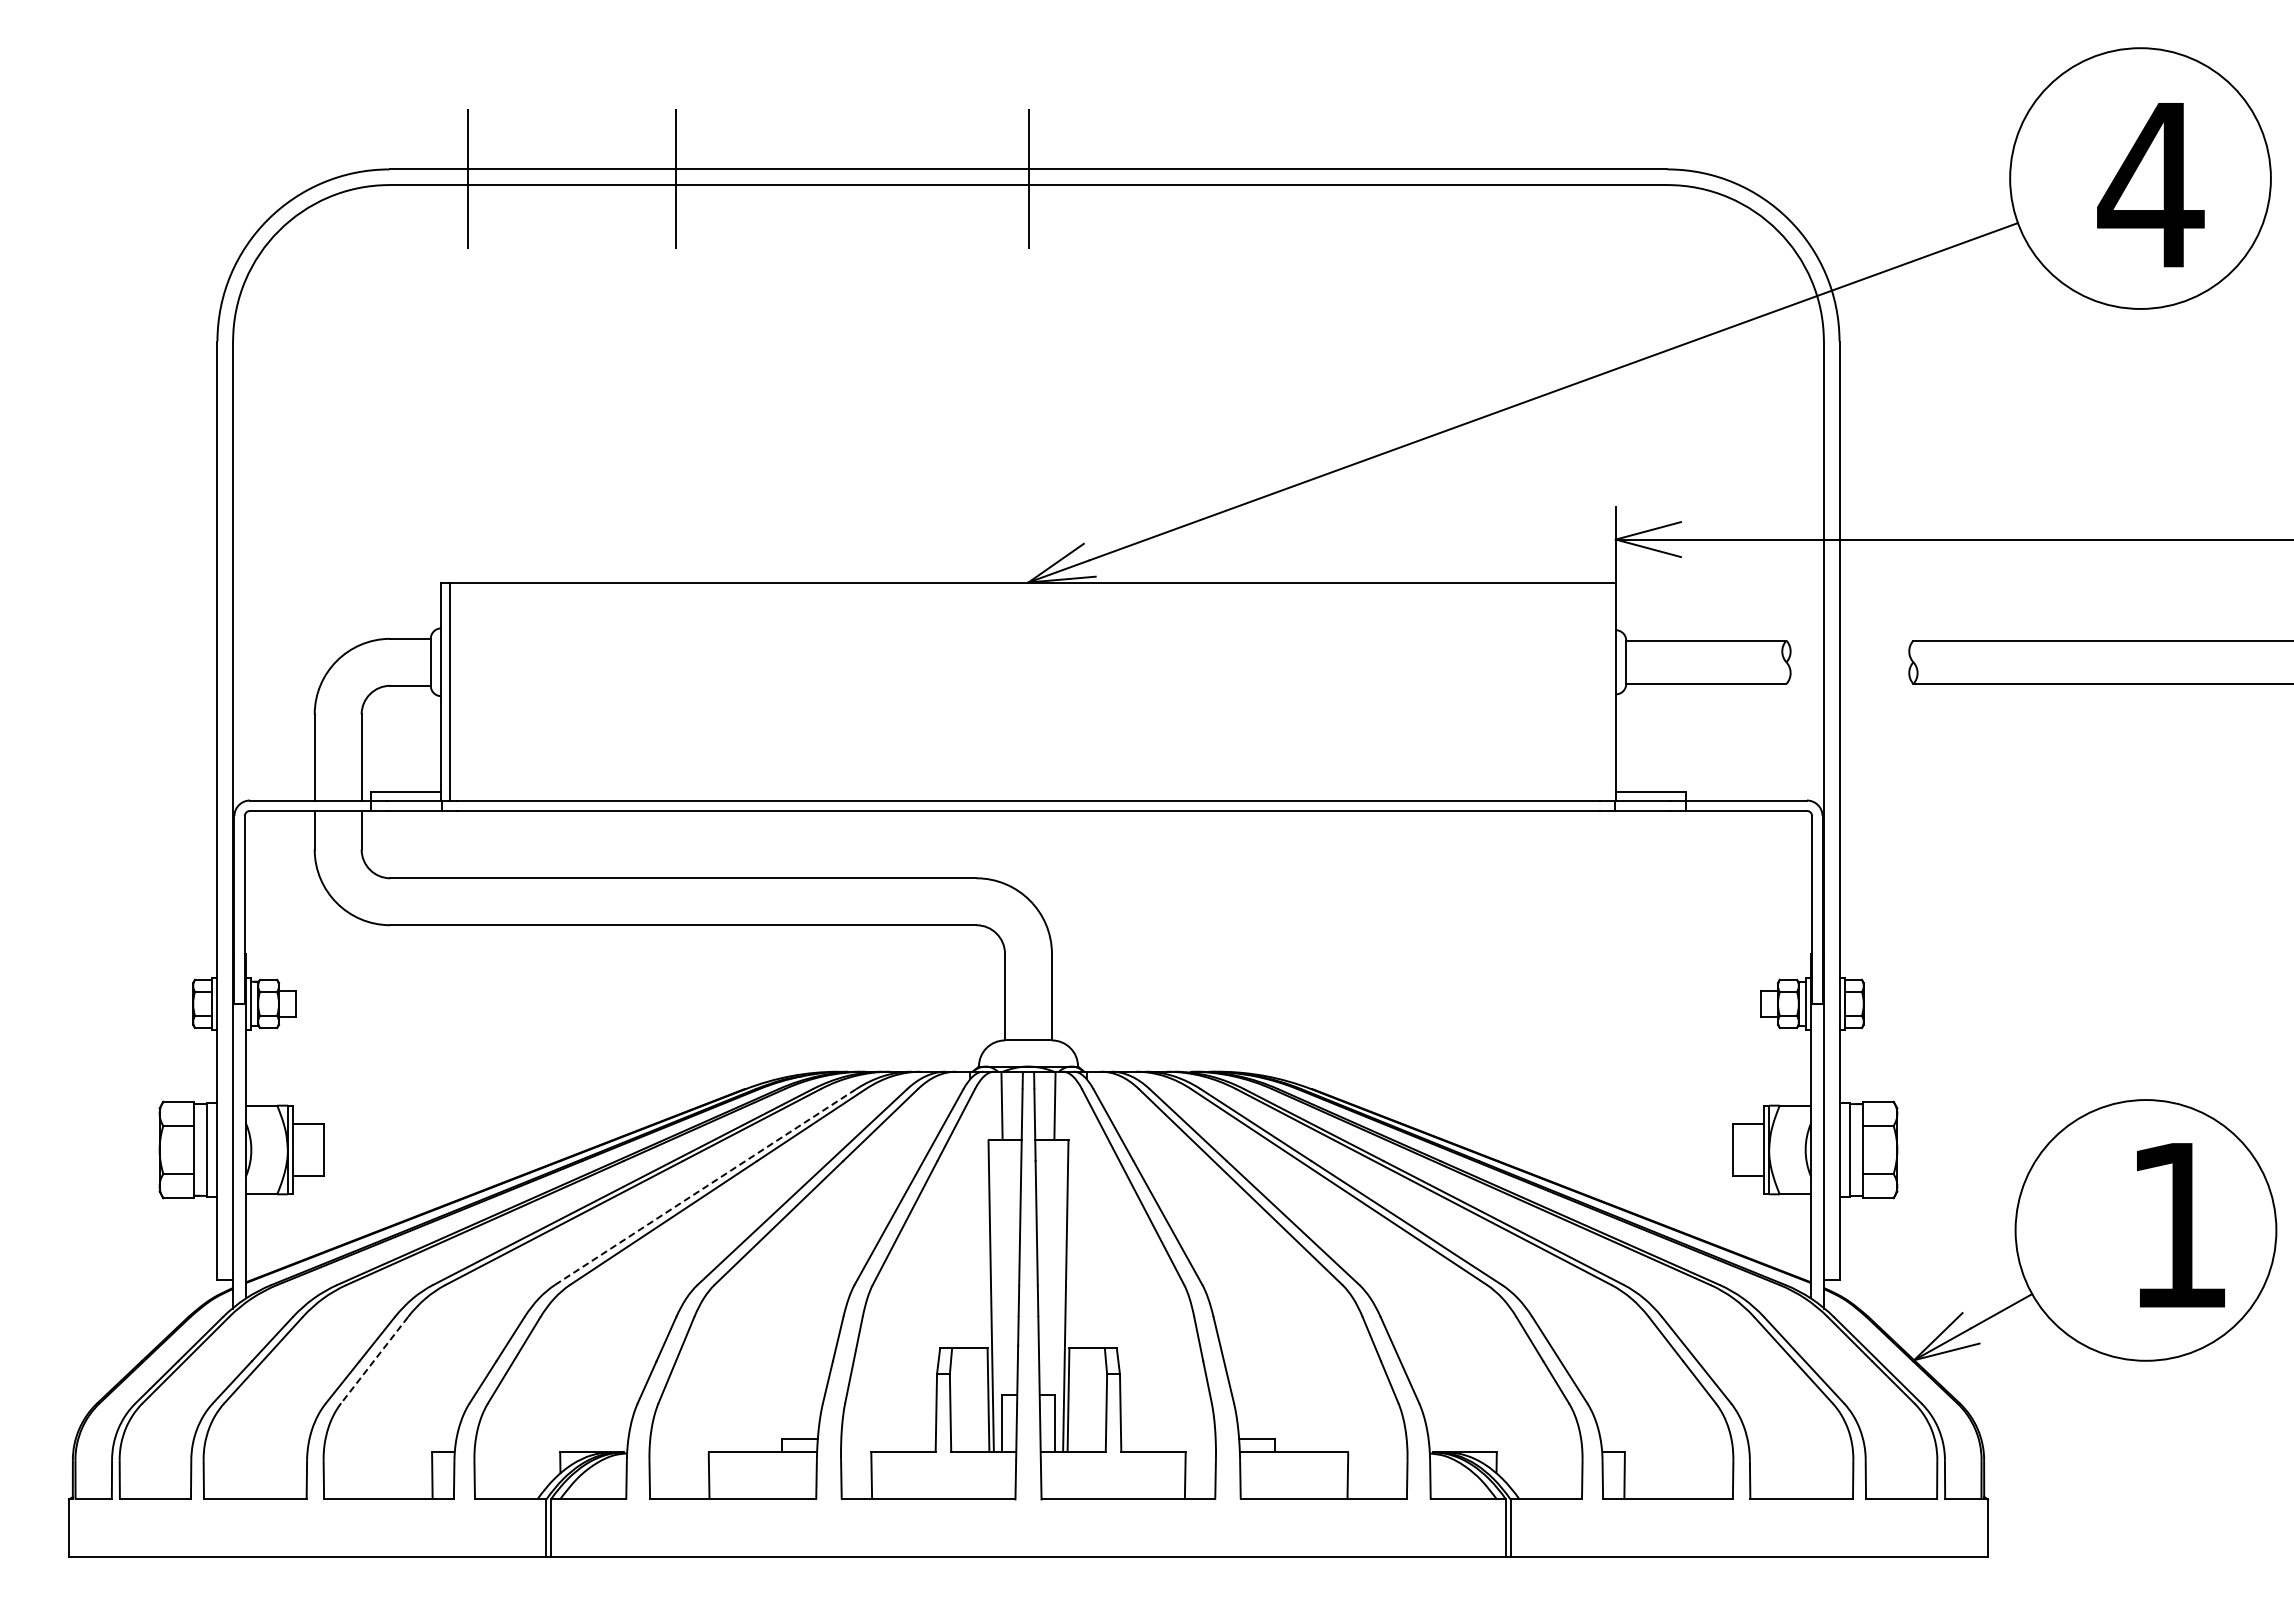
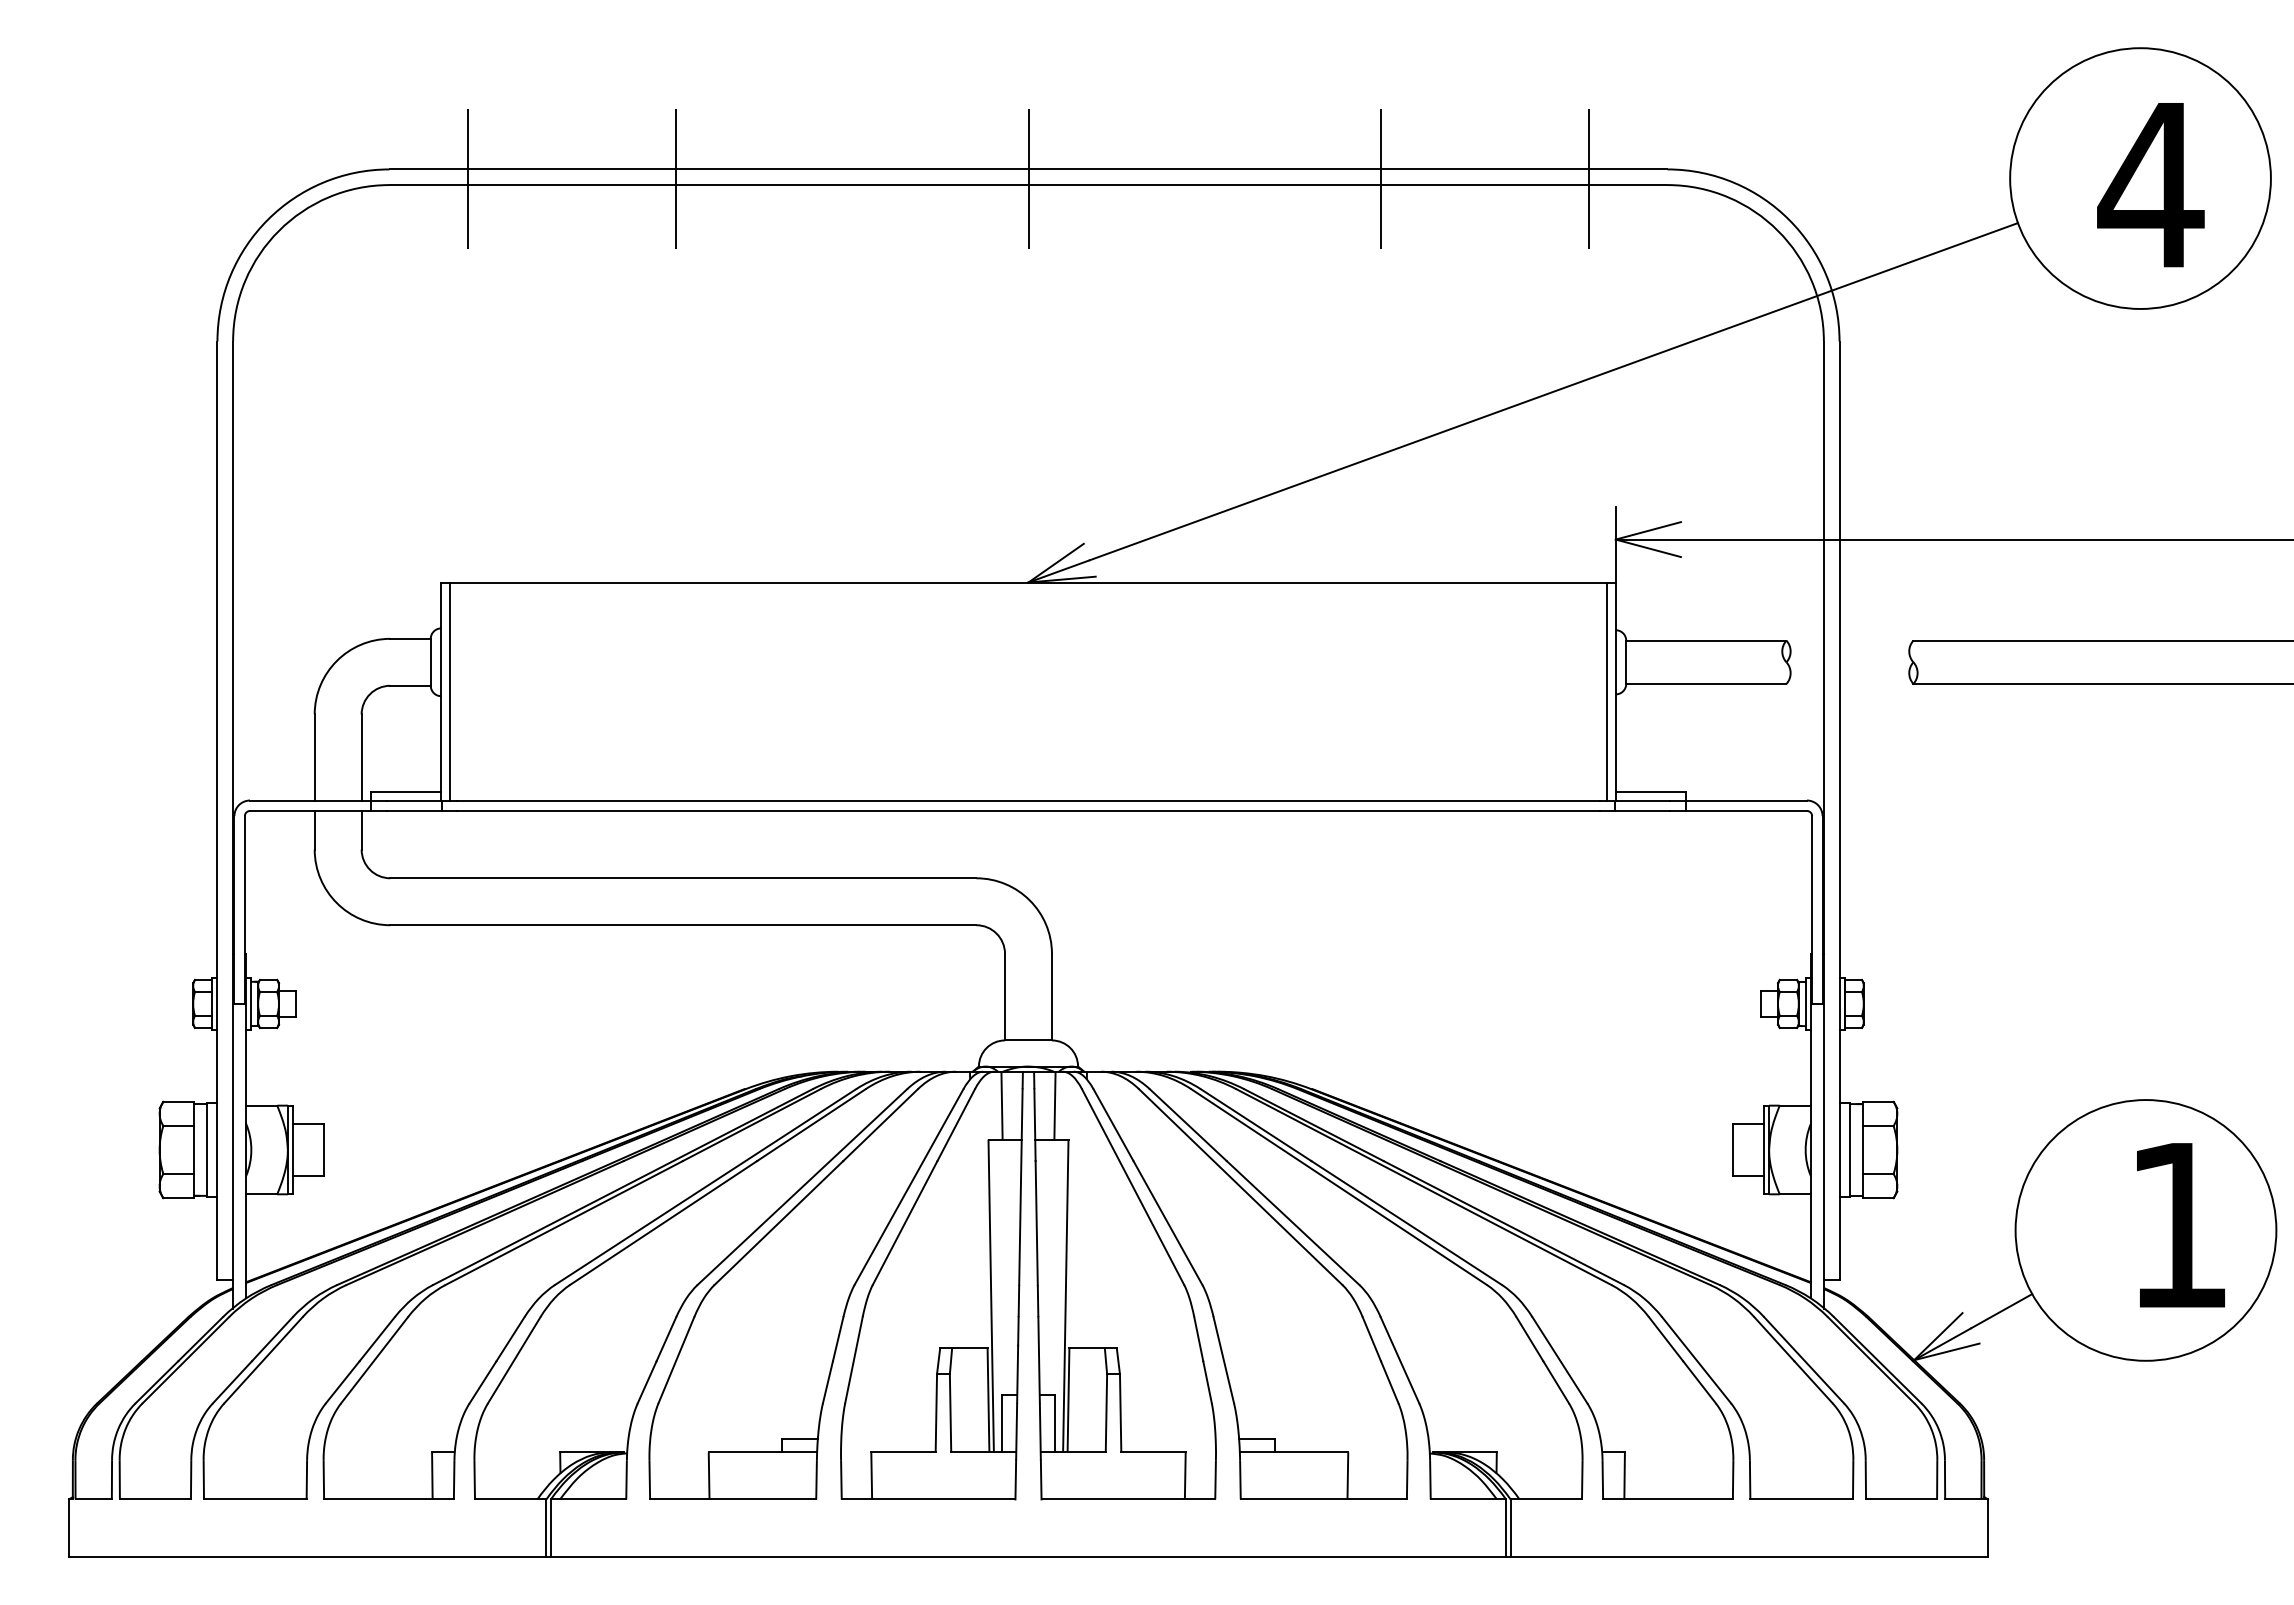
line at (1380, 178): none -> present
line at (1589, 178): none -> present
line at (1607, 691): none -> present
line at (705, 1187): dashed -> solid
line at (374, 1360): dashed -> solid
